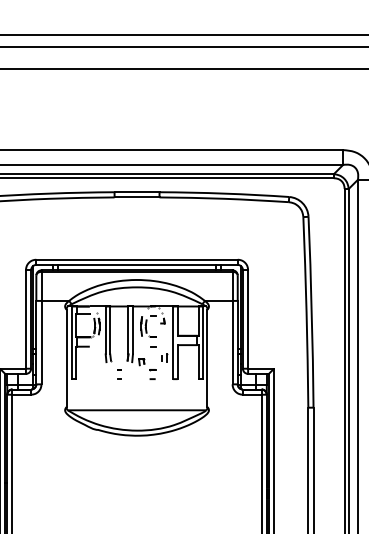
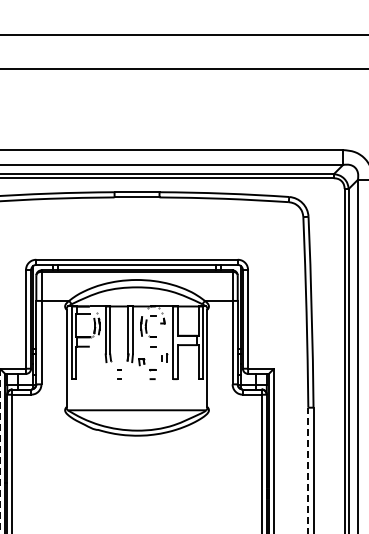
line at (183, 46): present -> none
line at (0, 451): solid -> dashed
line at (308, 470): solid -> dashed
